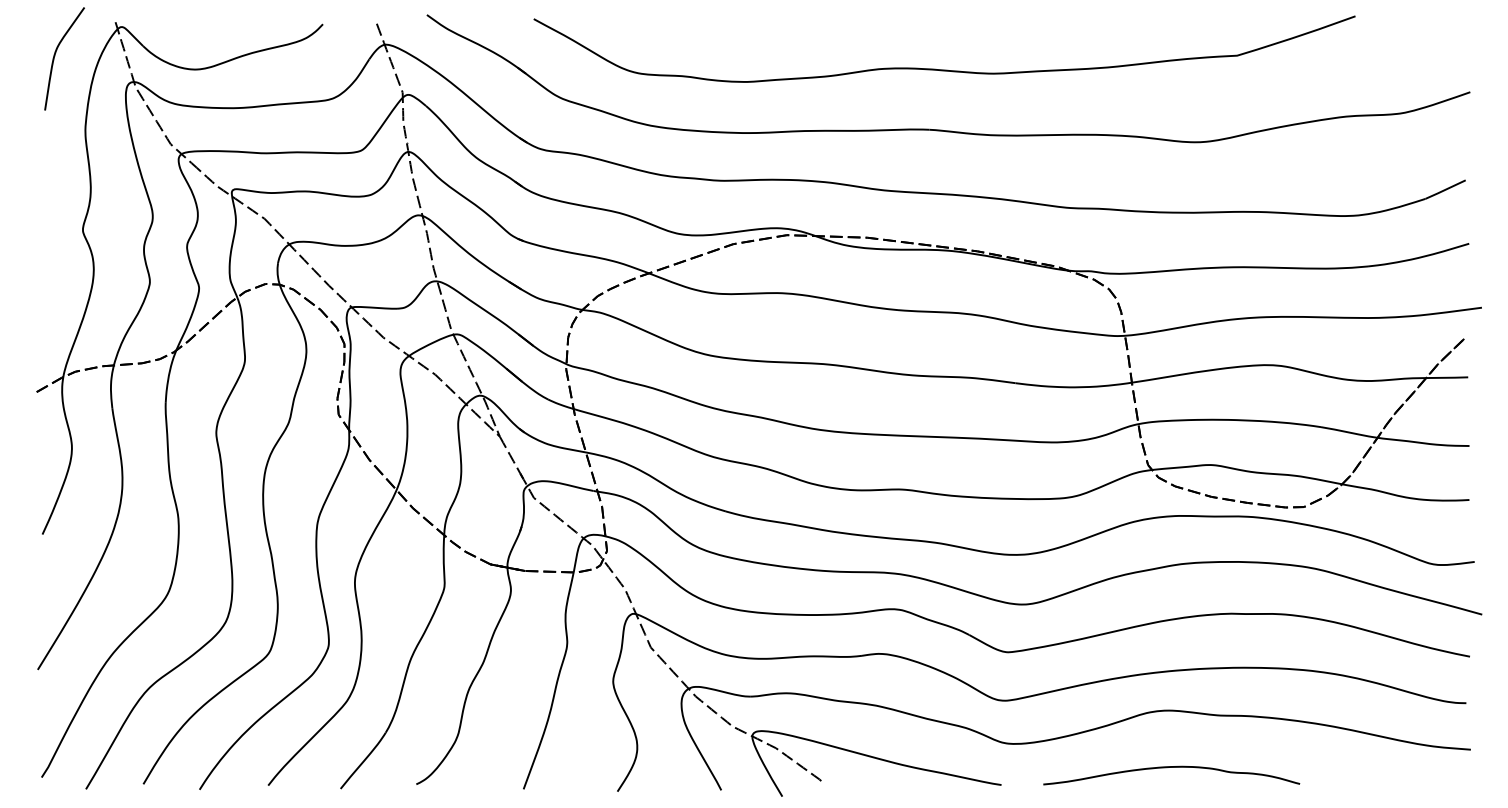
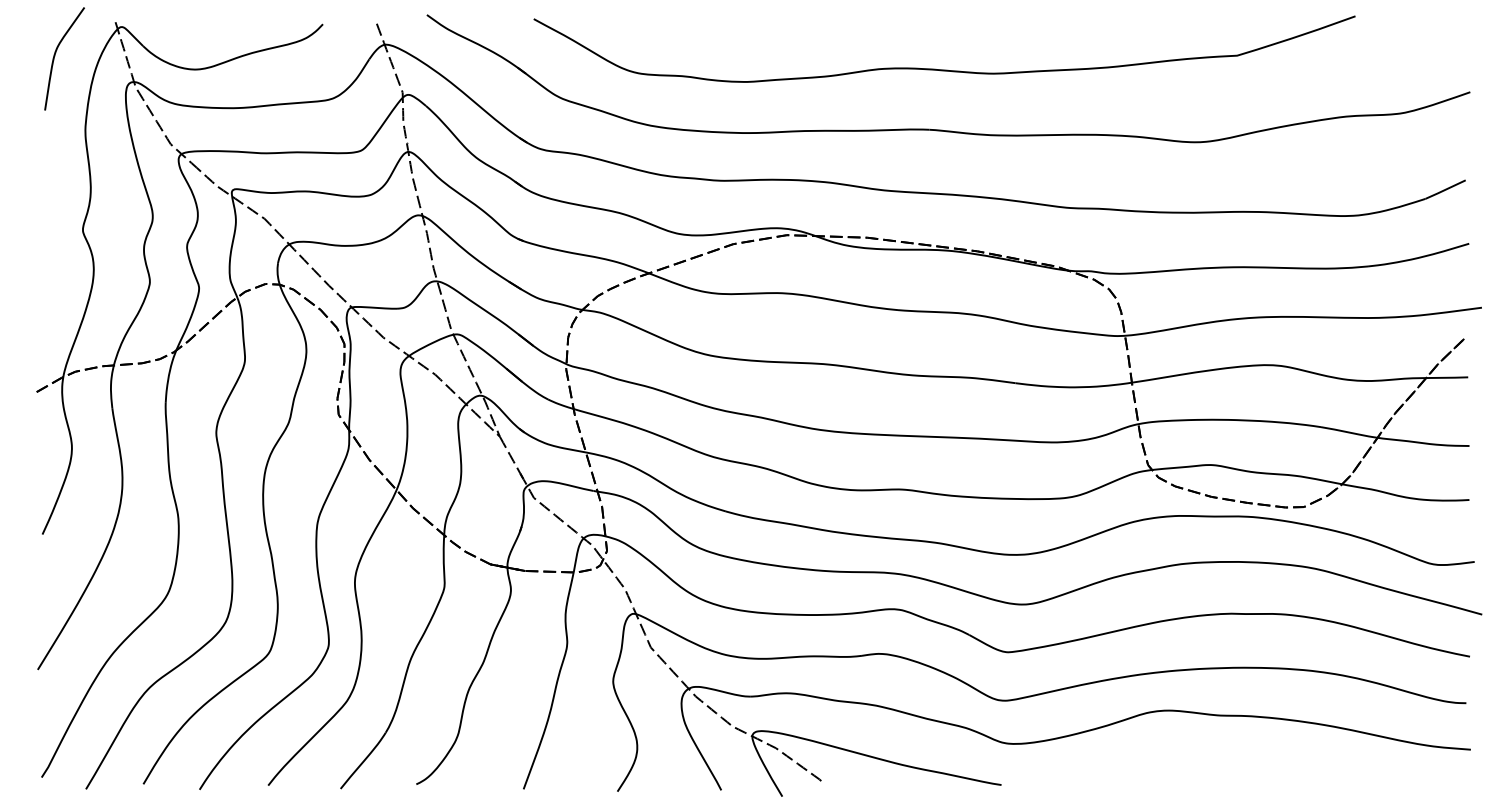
curve at (1171, 767): present -> none
